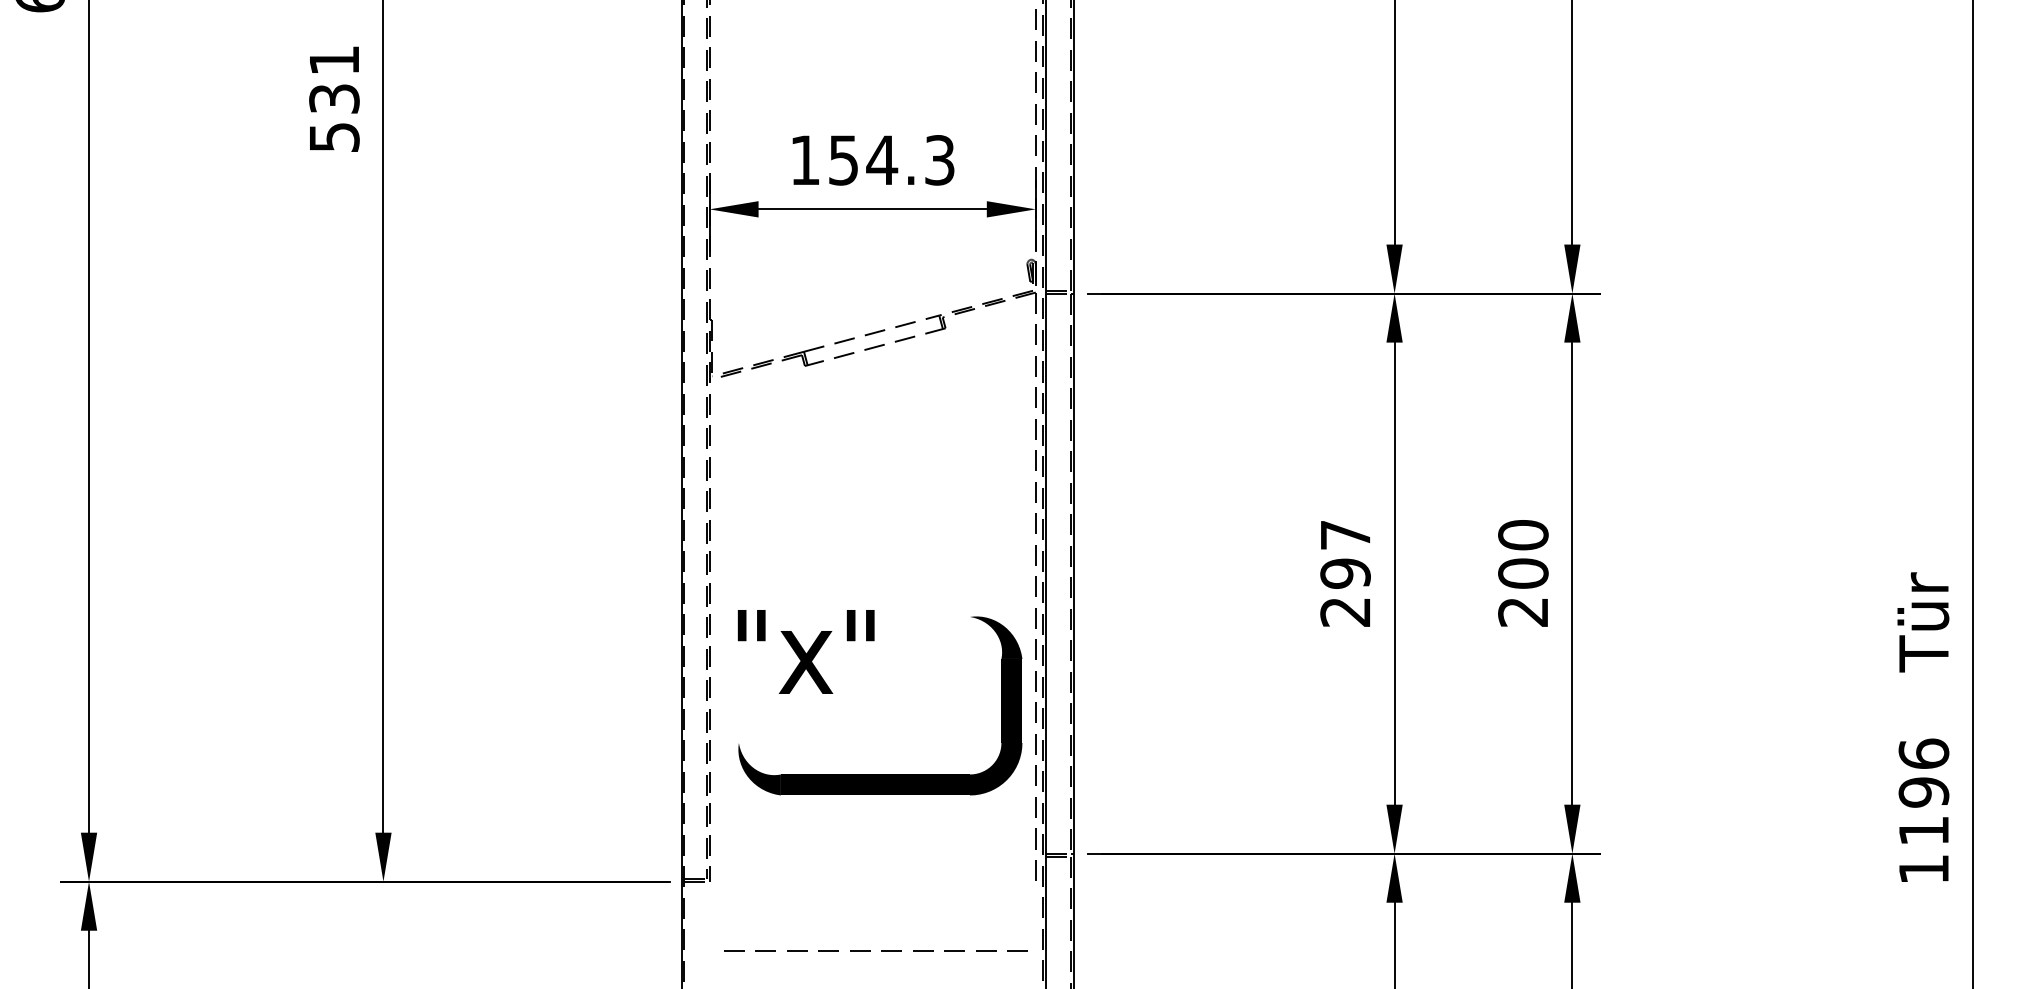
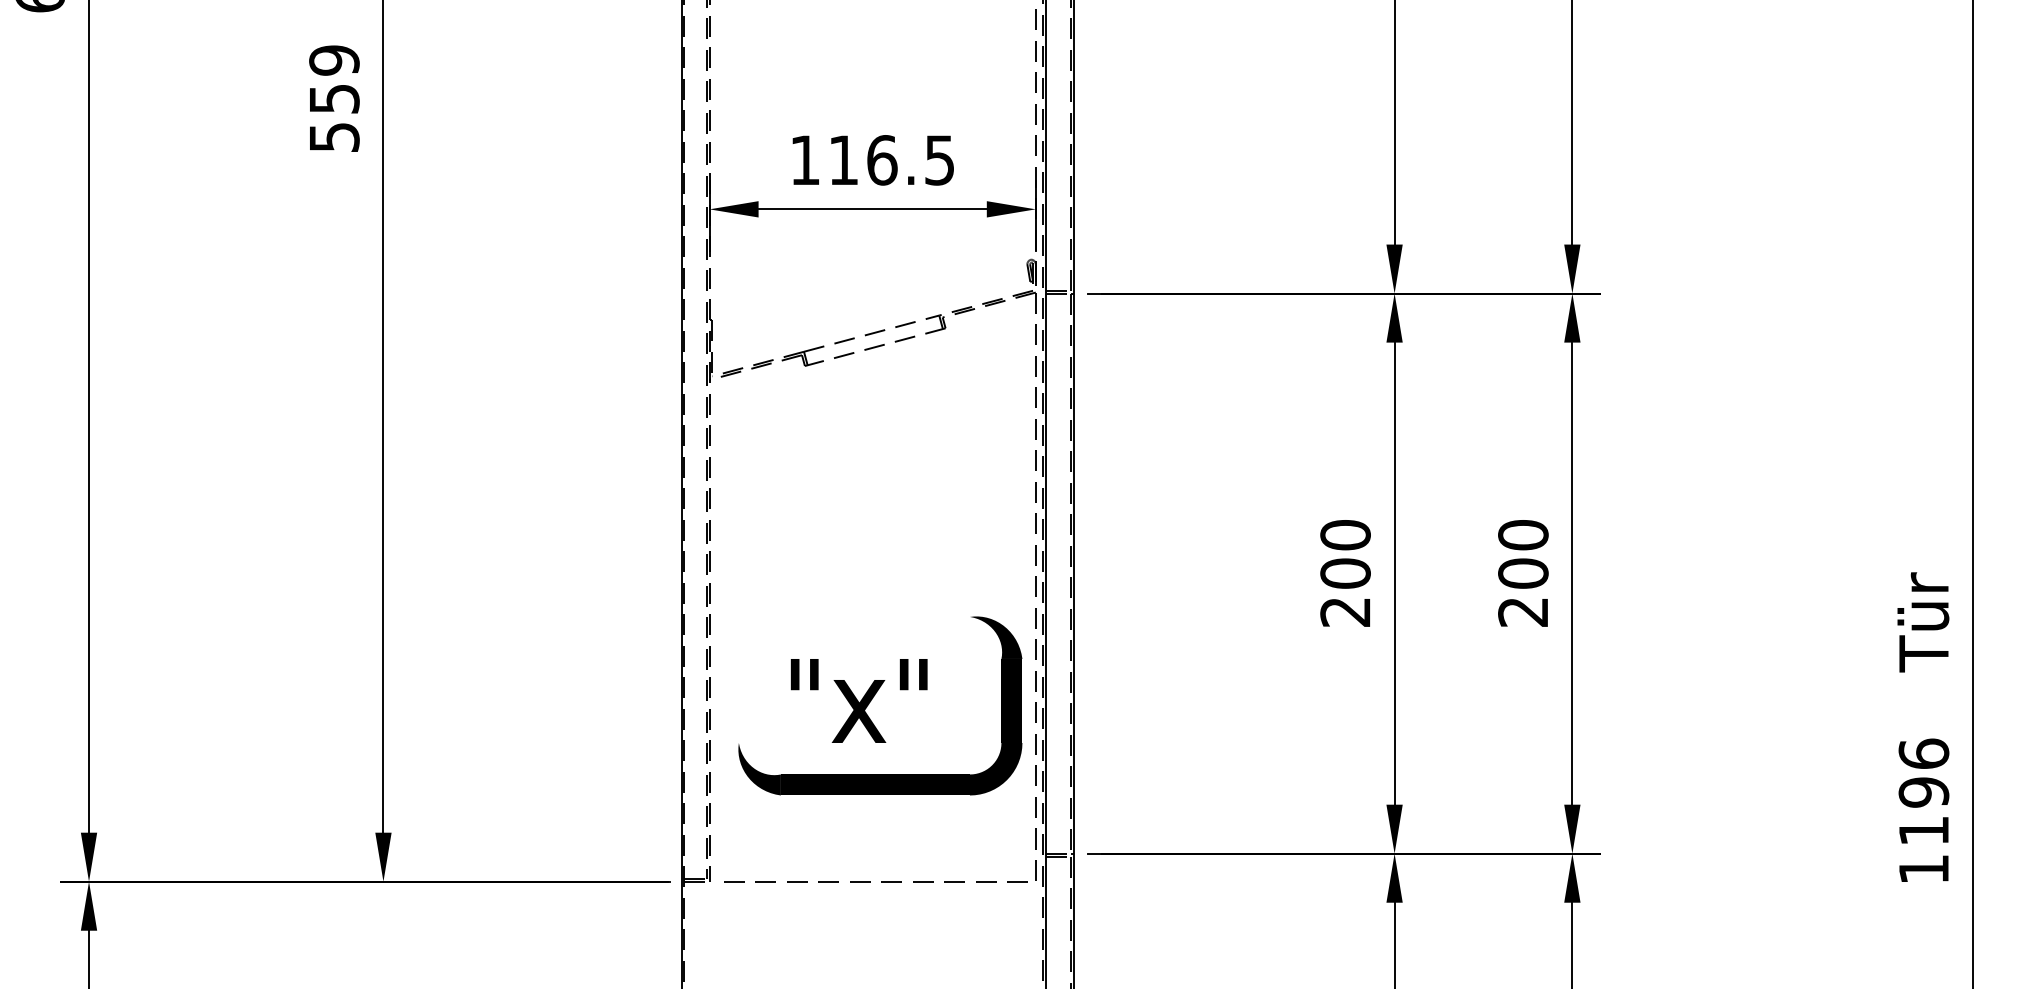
text at (334, 79): 531 -> 559
text at (891, 160): 154.3 -> 116.5
text at (1345, 554): 297 -> 200
text at (805, 651) position: (805, 651) -> (858, 700)
line at (870, 950) position: (870, 950) -> (870, 881)
